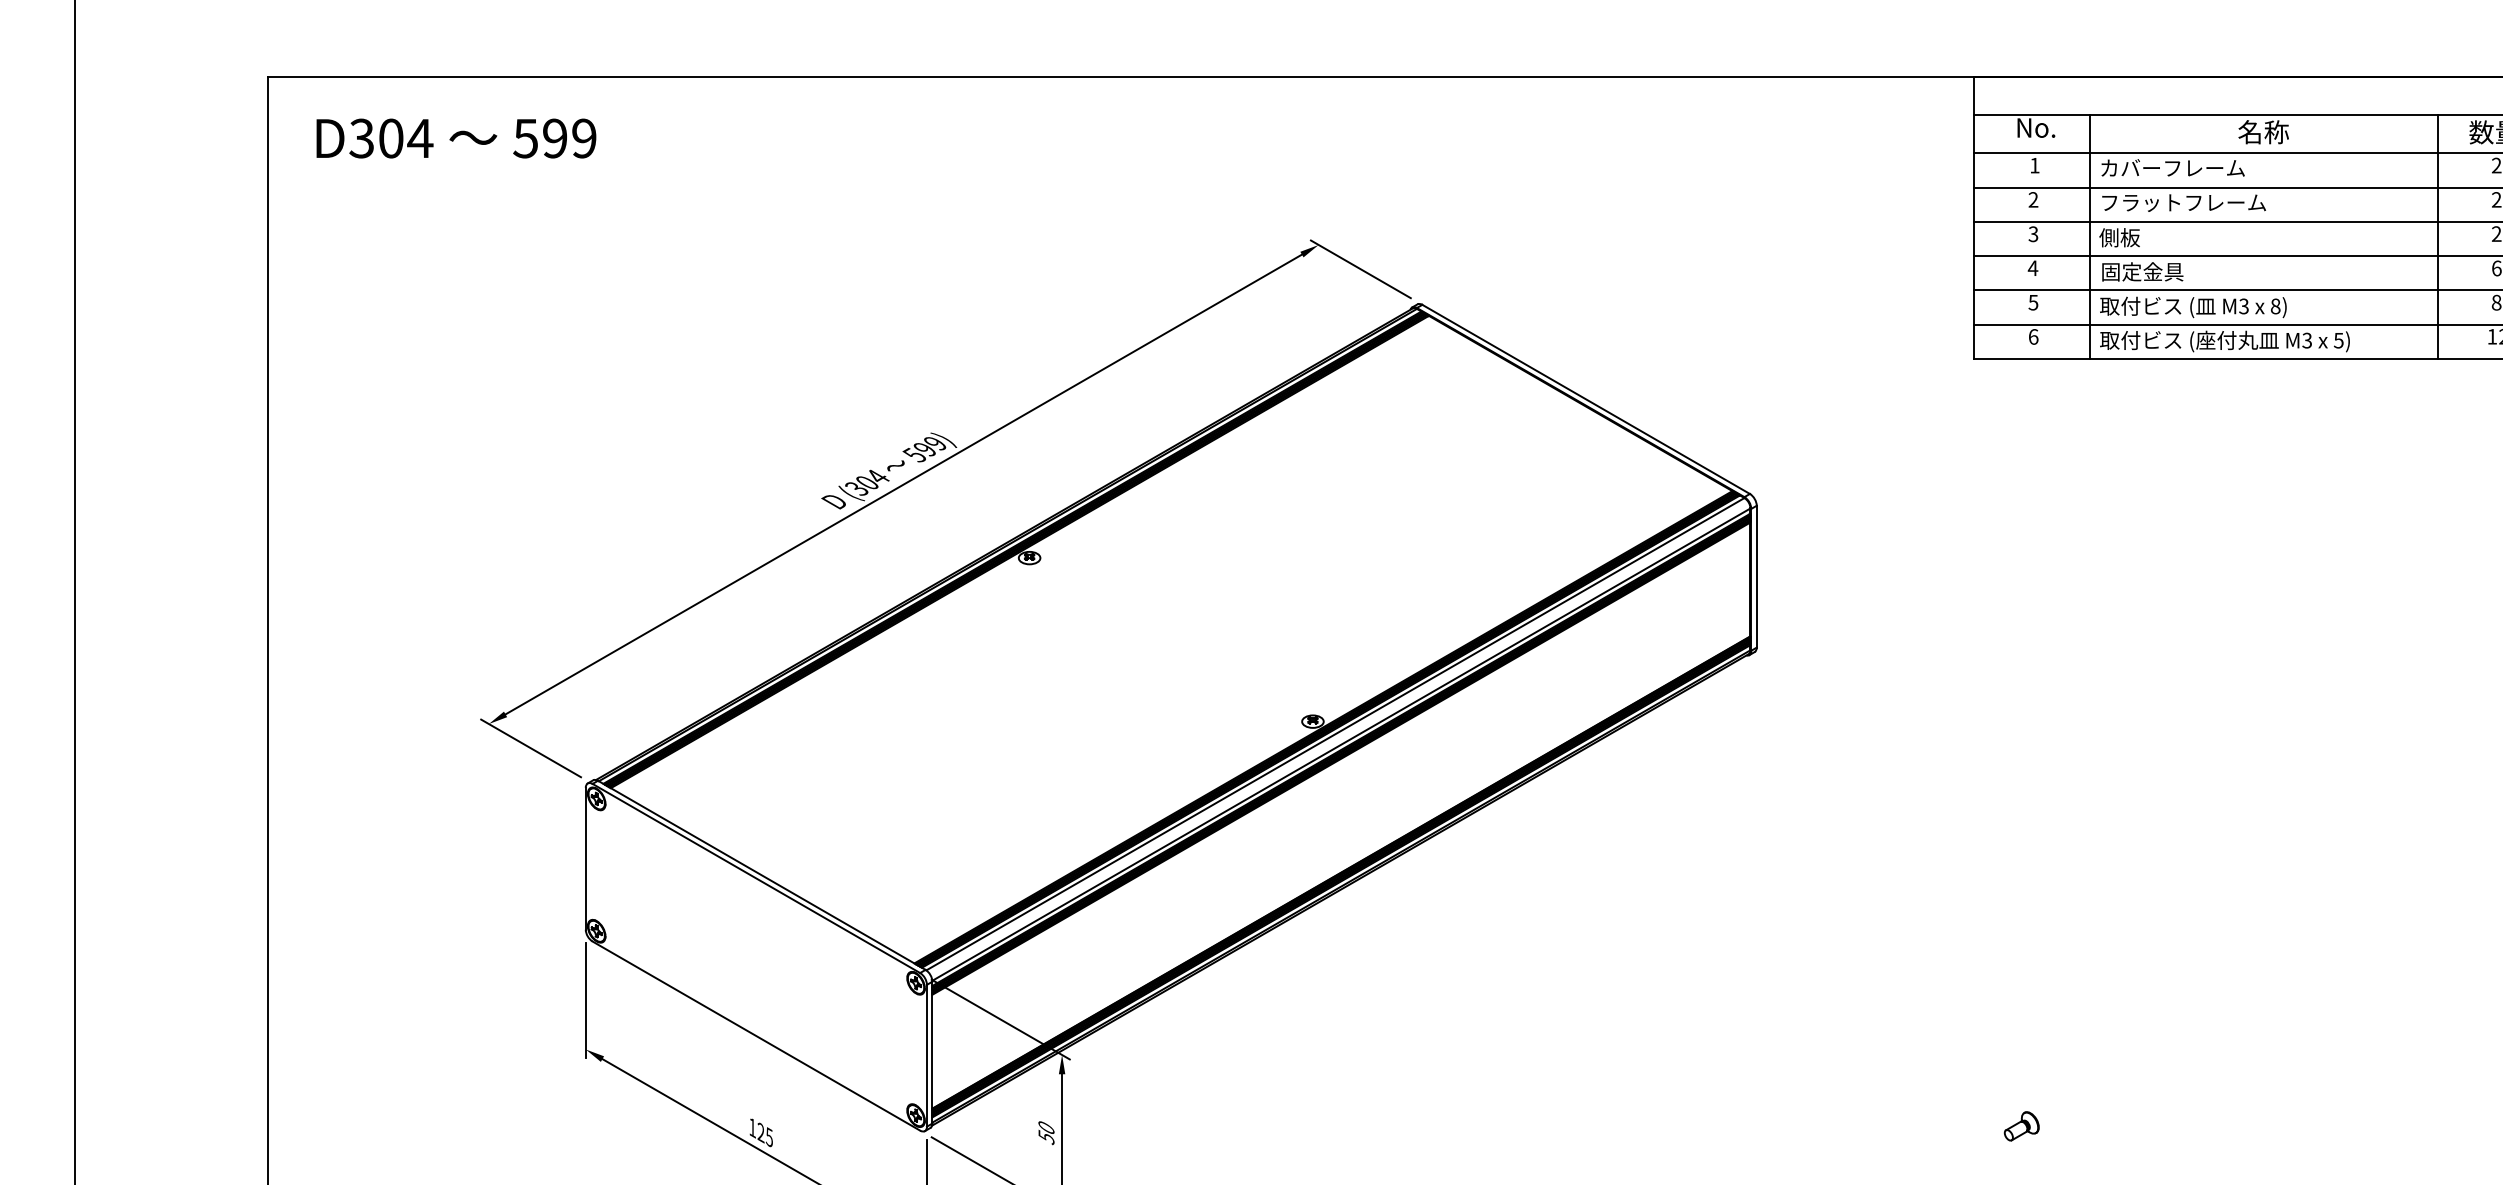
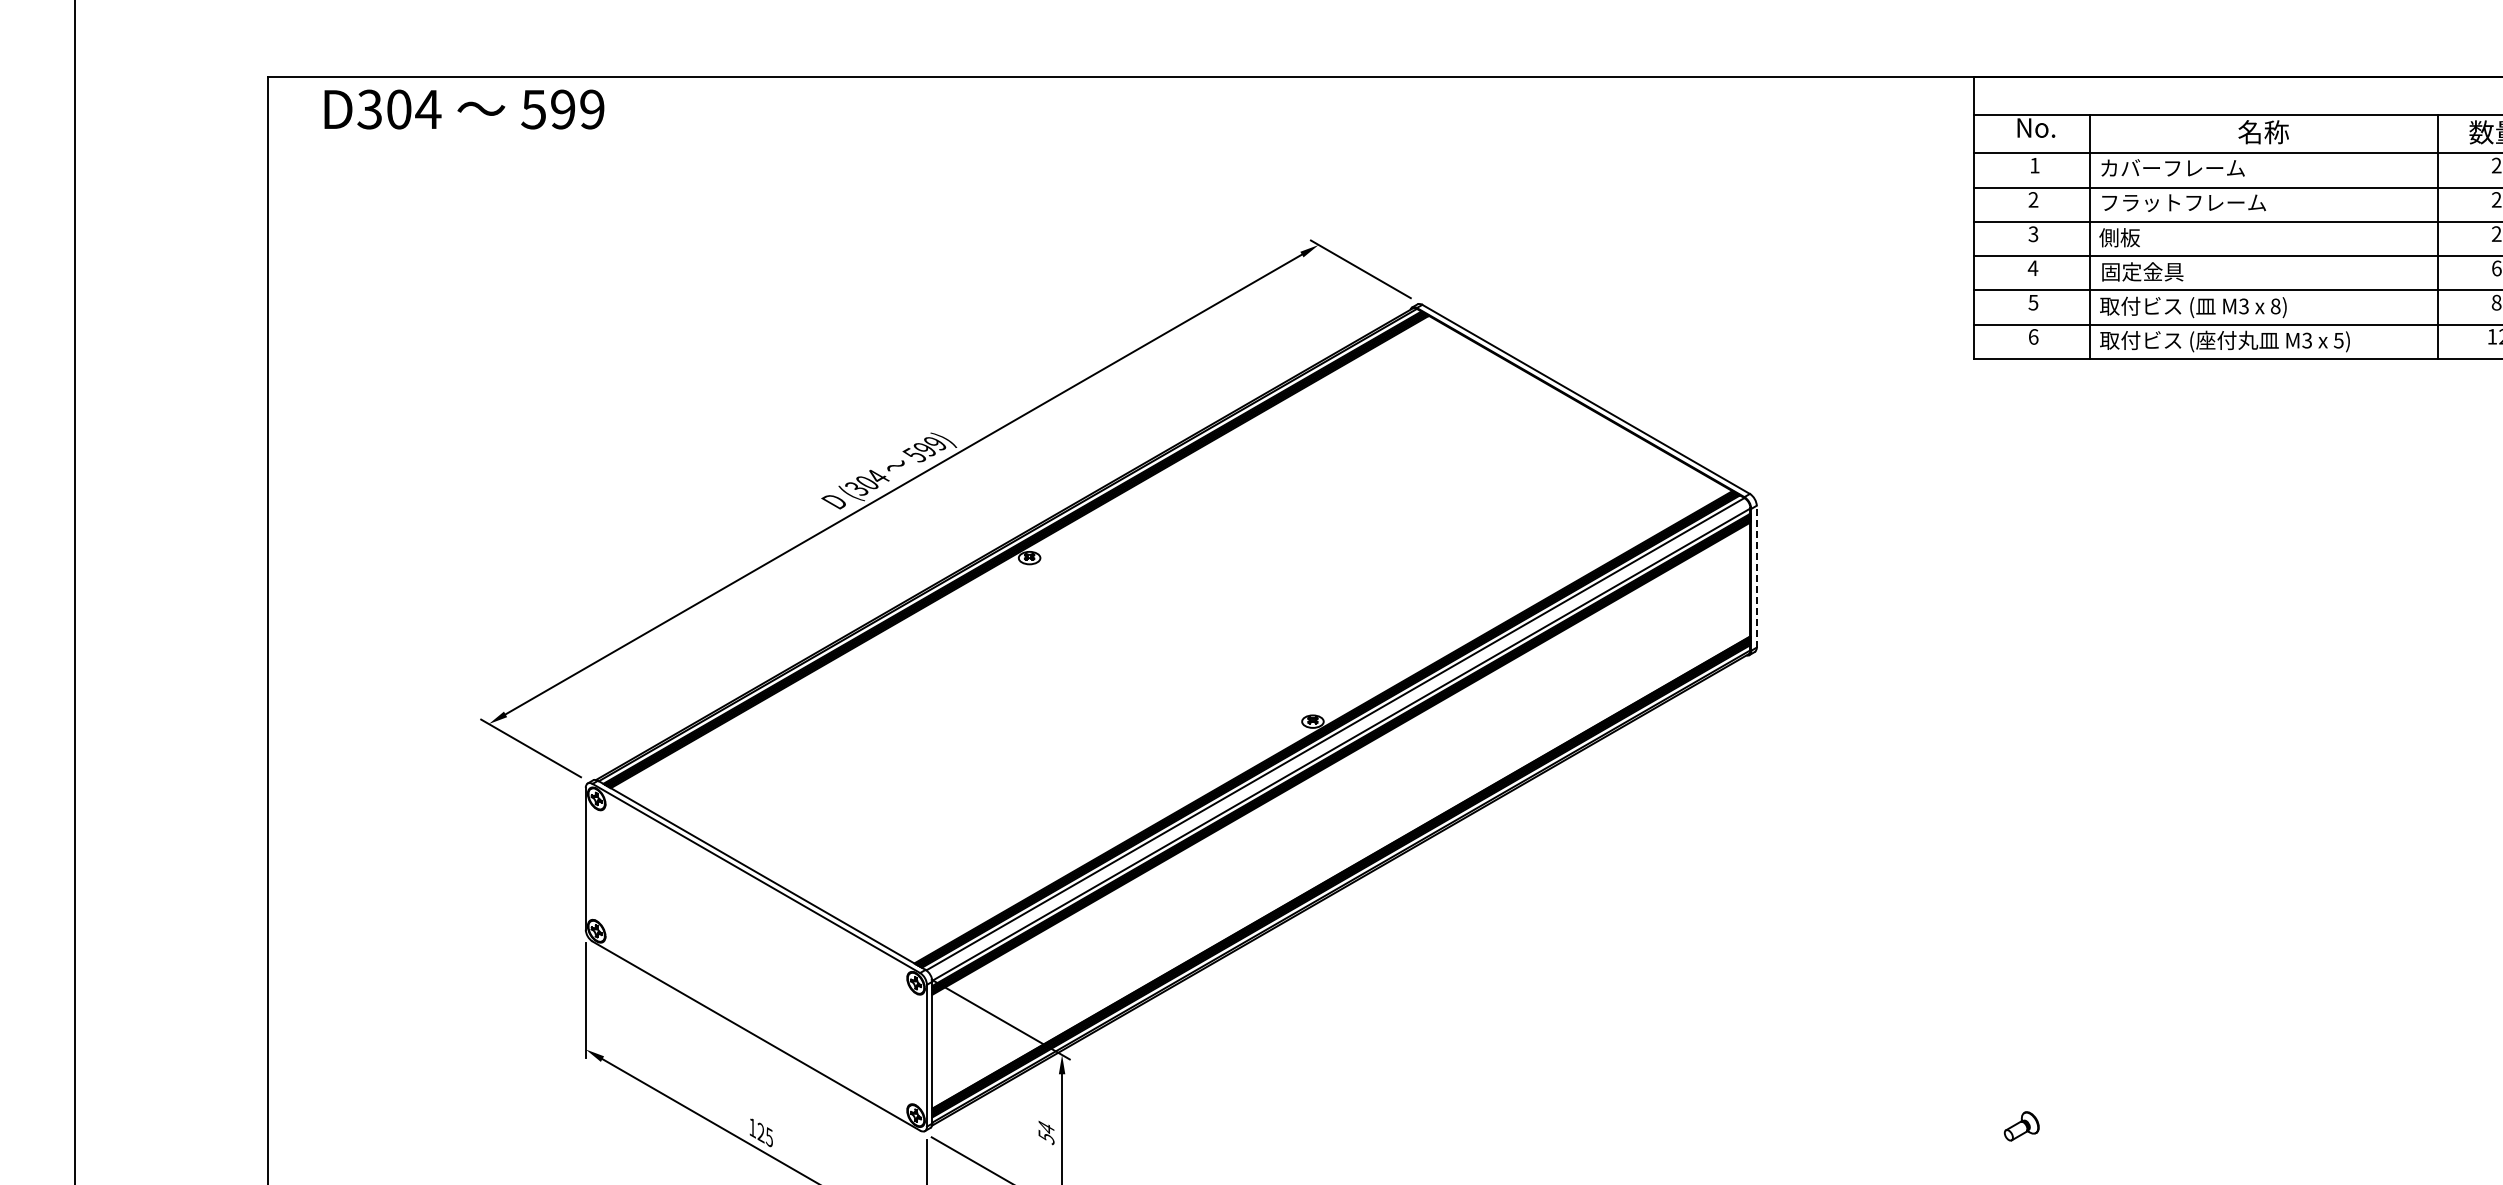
text at (456, 138) position: (456, 138) -> (464, 109)
line at (1756, 576): solid -> dashed
text at (1046, 1126): 50 -> 54
